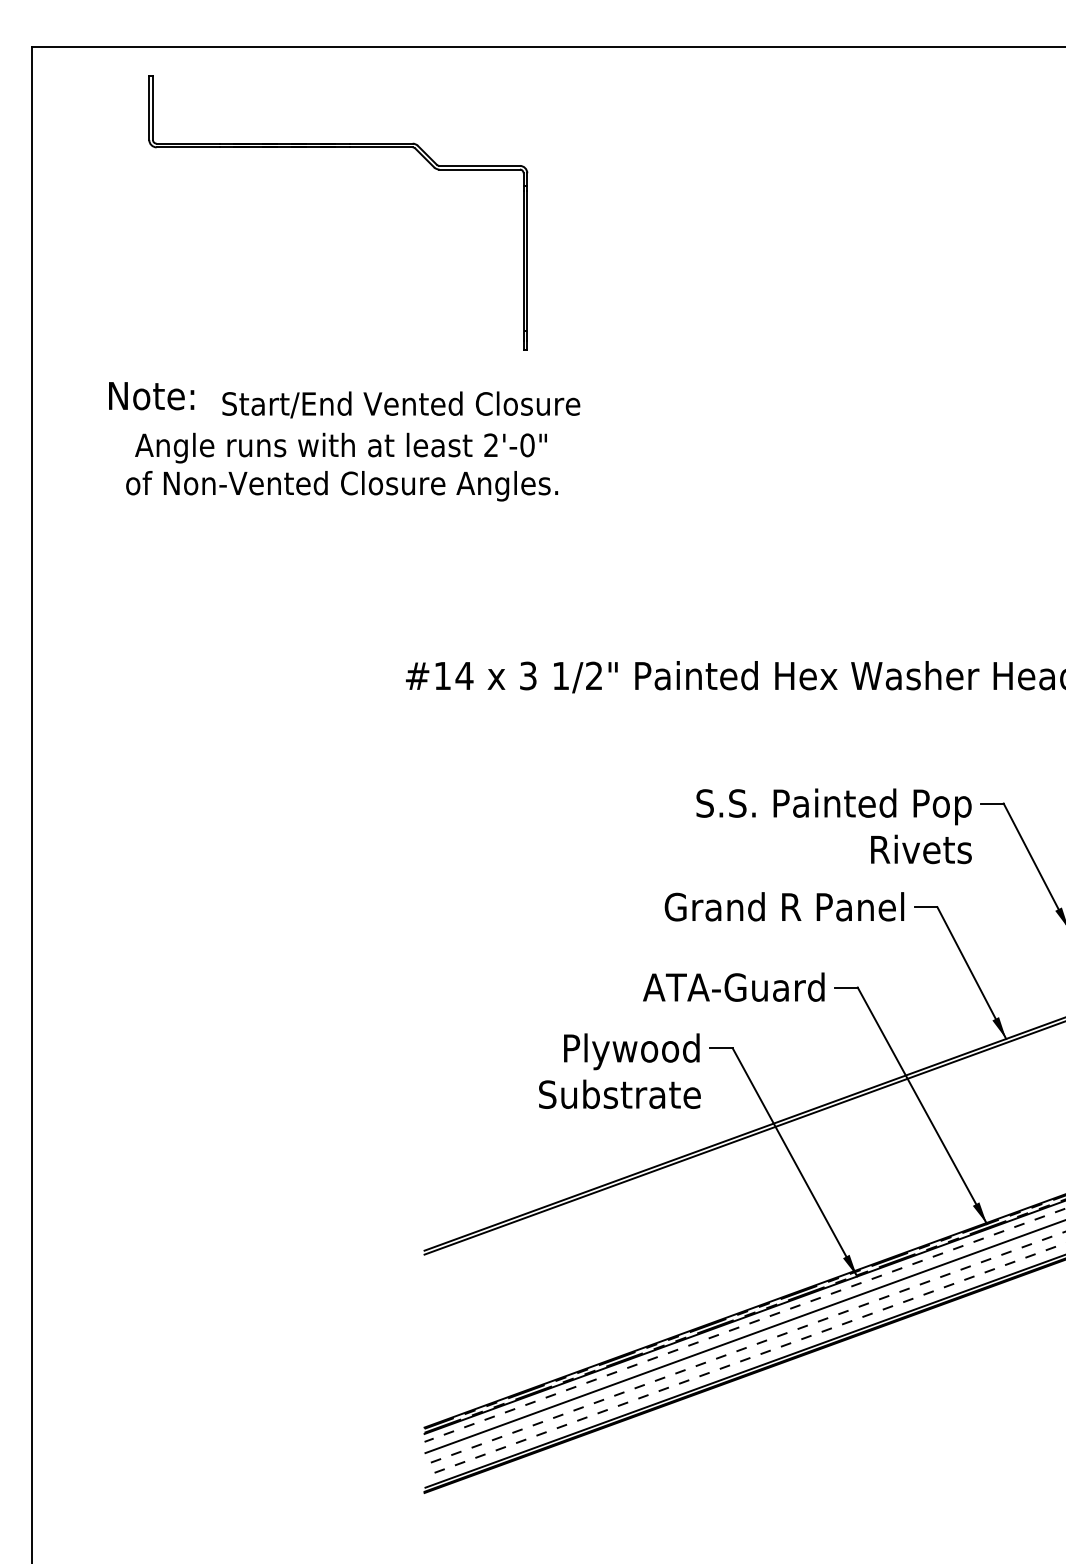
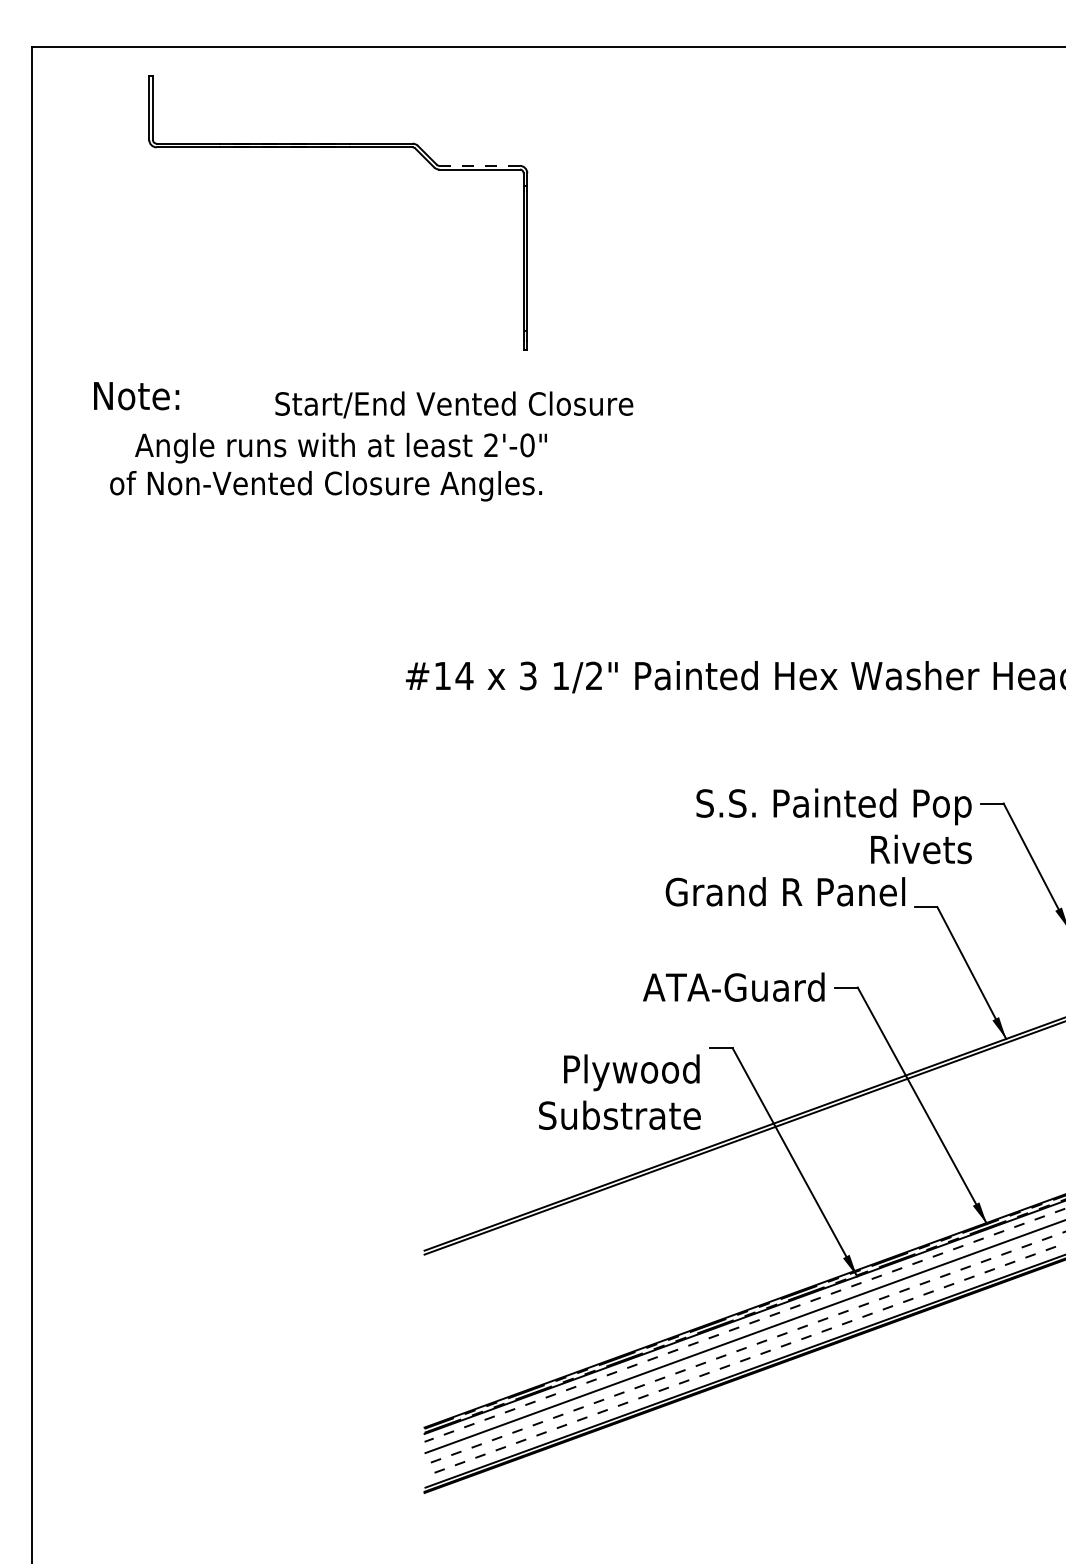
line at (479, 165): solid -> dashed
text at (151, 396) position: (151, 396) -> (136, 396)
text at (401, 404) position: (401, 404) -> (454, 404)
text at (341, 486) position: (341, 486) -> (325, 486)
text at (784, 906) position: (784, 906) -> (785, 891)
text at (619, 1070) position: (619, 1070) -> (619, 1091)
